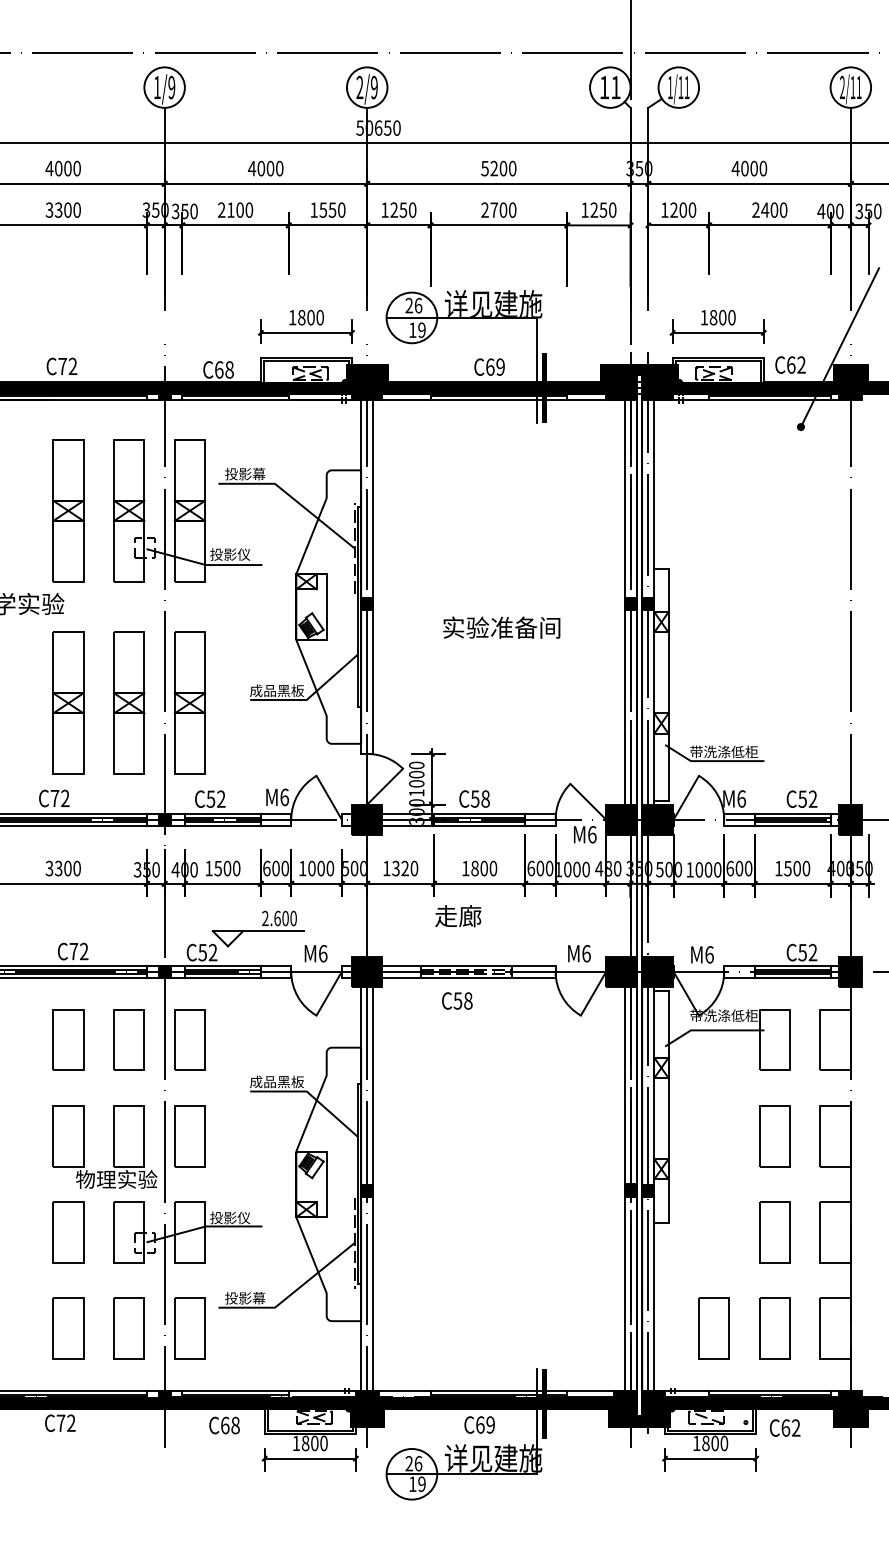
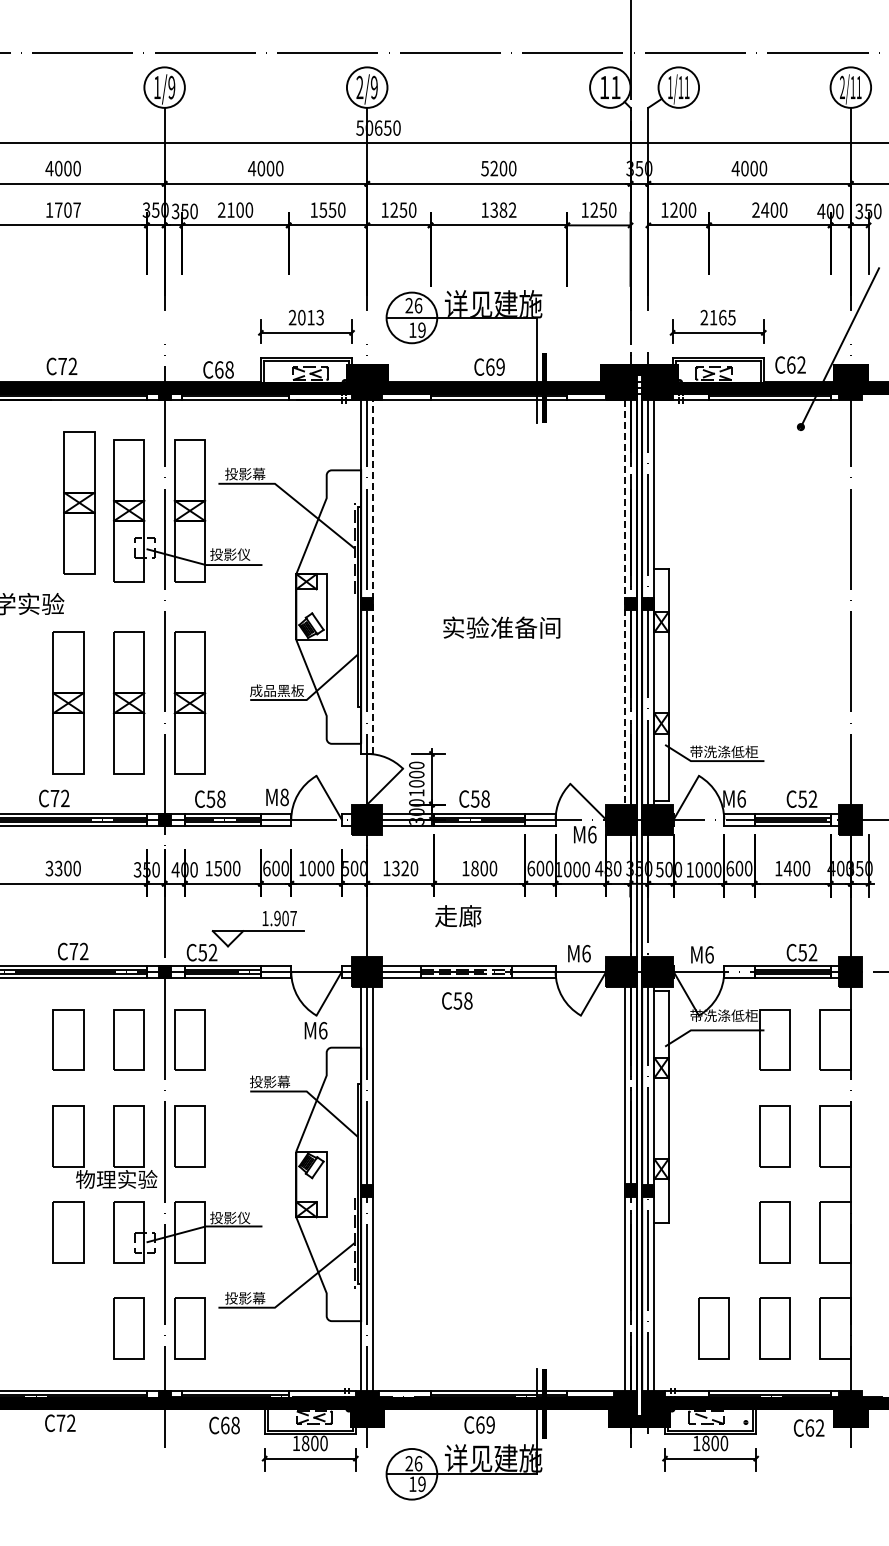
text at (62, 209): 3300 -> 1707
text at (498, 209): 2700 -> 1382
text at (305, 317): 1800 -> 2013
text at (717, 317): 1800 -> 2165
part at (68, 510) position: (68, 510) -> (79, 502)
line at (373, 577): solid -> dashed
line at (624, 607): solid -> dashed
text at (284, 796): M6 -> M8
text at (221, 798): C52 -> C58
text at (787, 868): 1500 -> 1400
text at (279, 918): 2.600 -> 1.907
text at (315, 953) position: (315, 953) -> (315, 1030)
text at (276, 1081): 成品黑板 -> 投影幕
part at (68, 1328): present -> none
text at (785, 1427) position: (785, 1427) -> (809, 1427)
